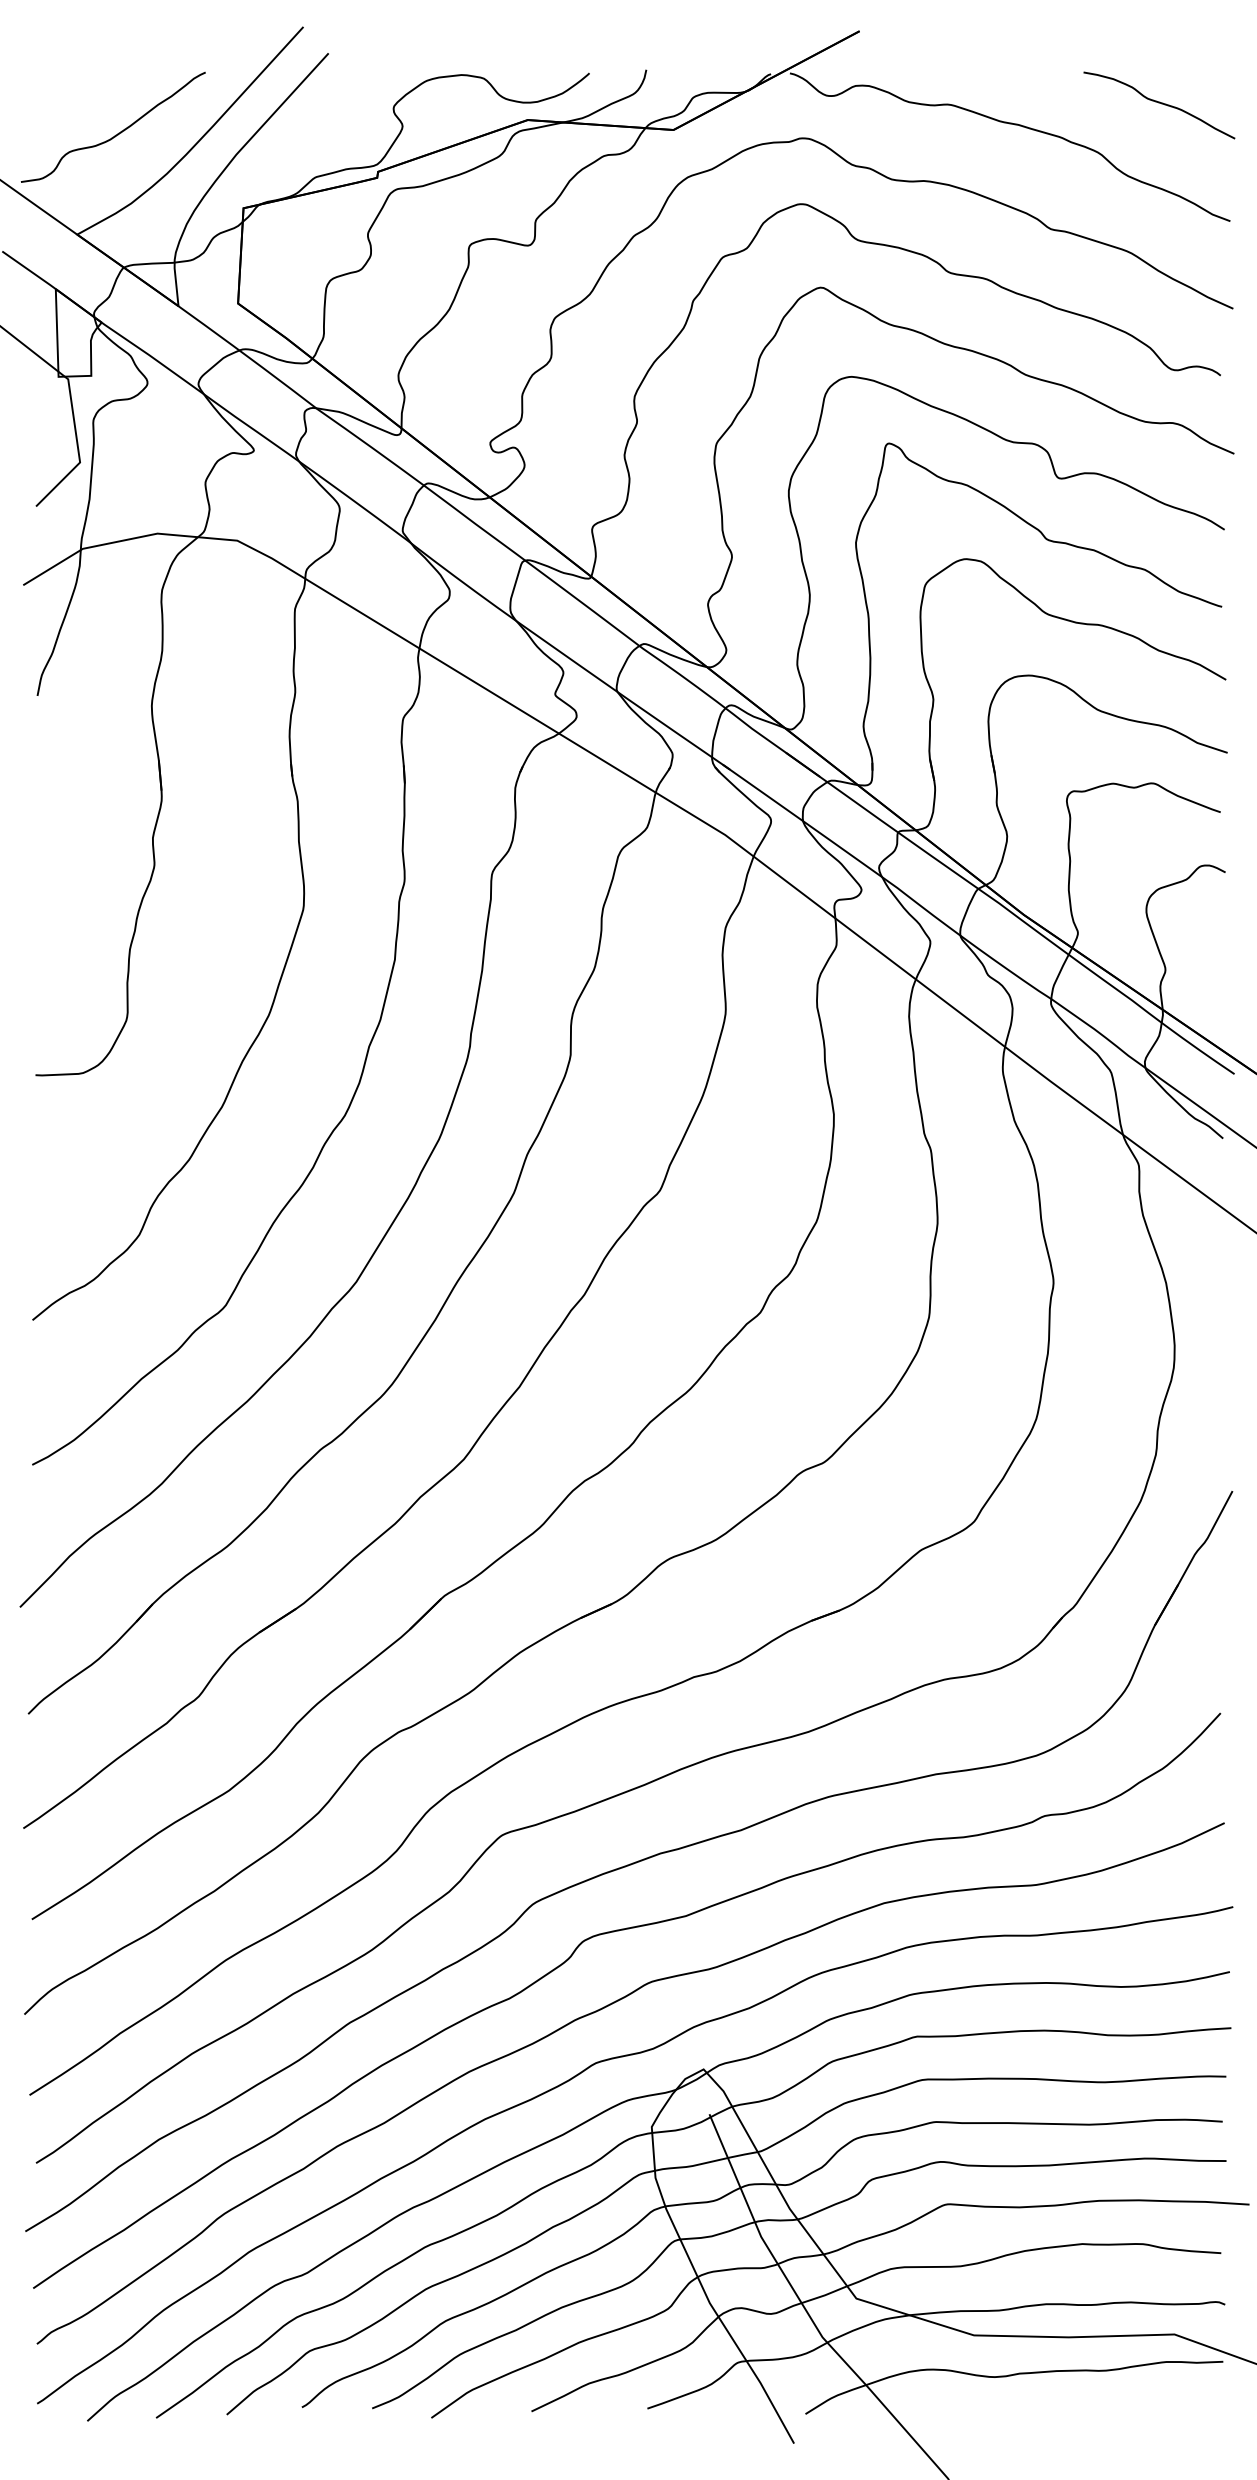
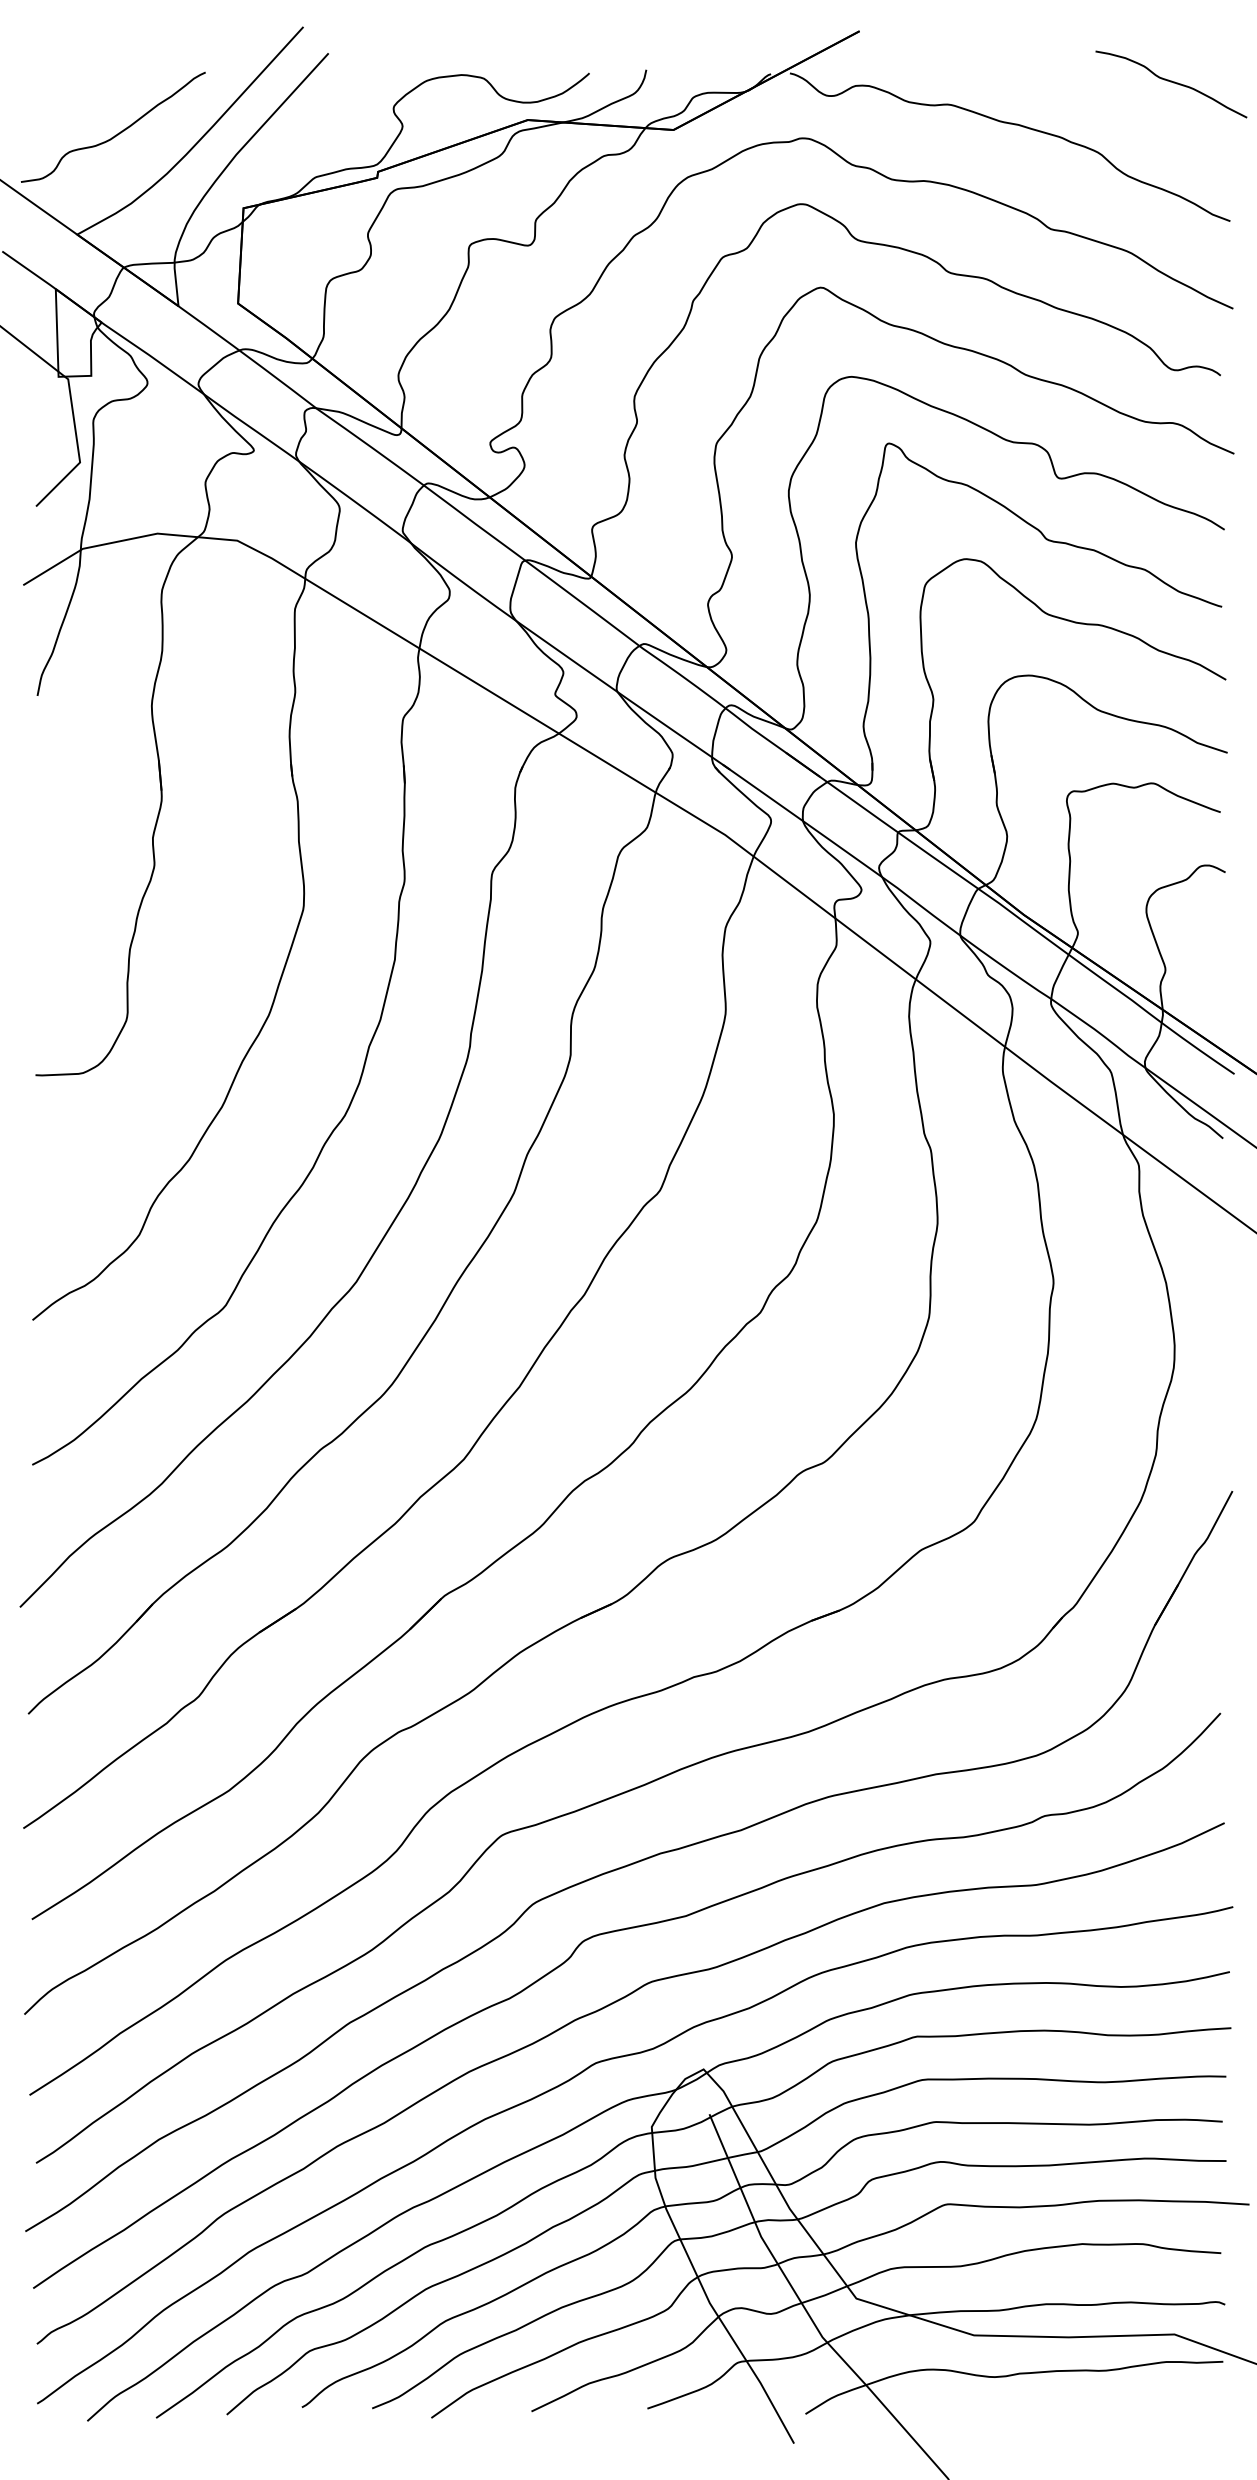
curve at (1159, 103) position: (1159, 103) -> (1171, 82)
